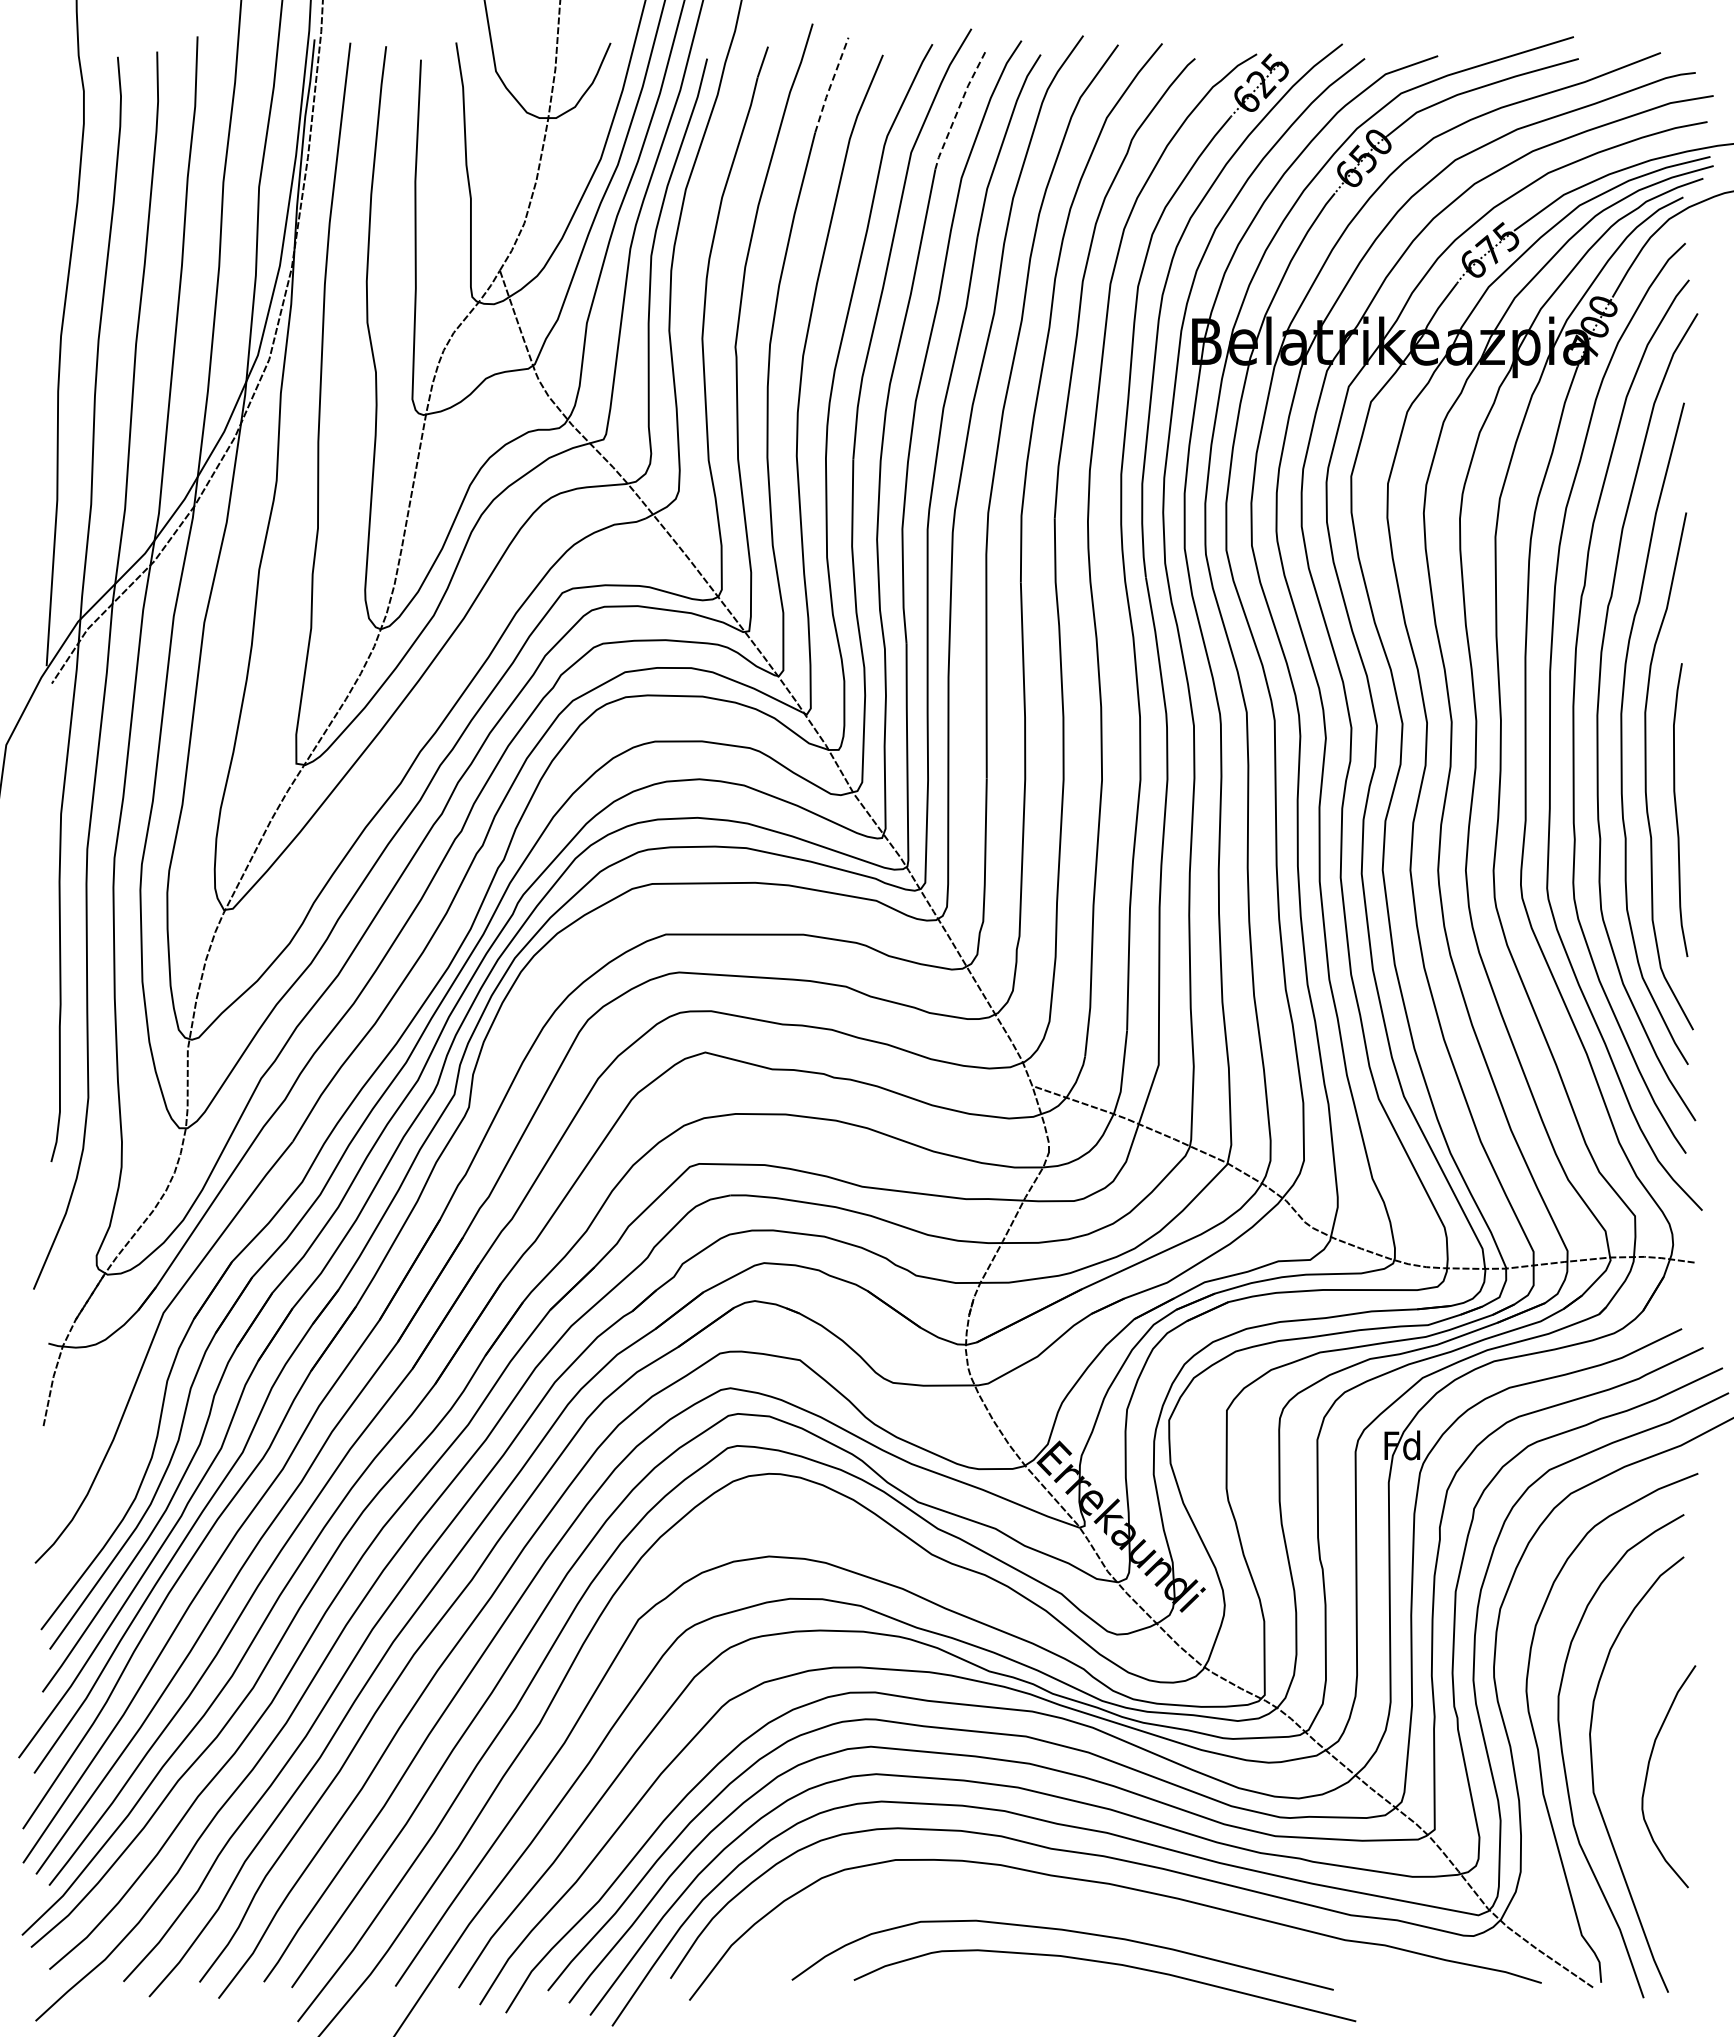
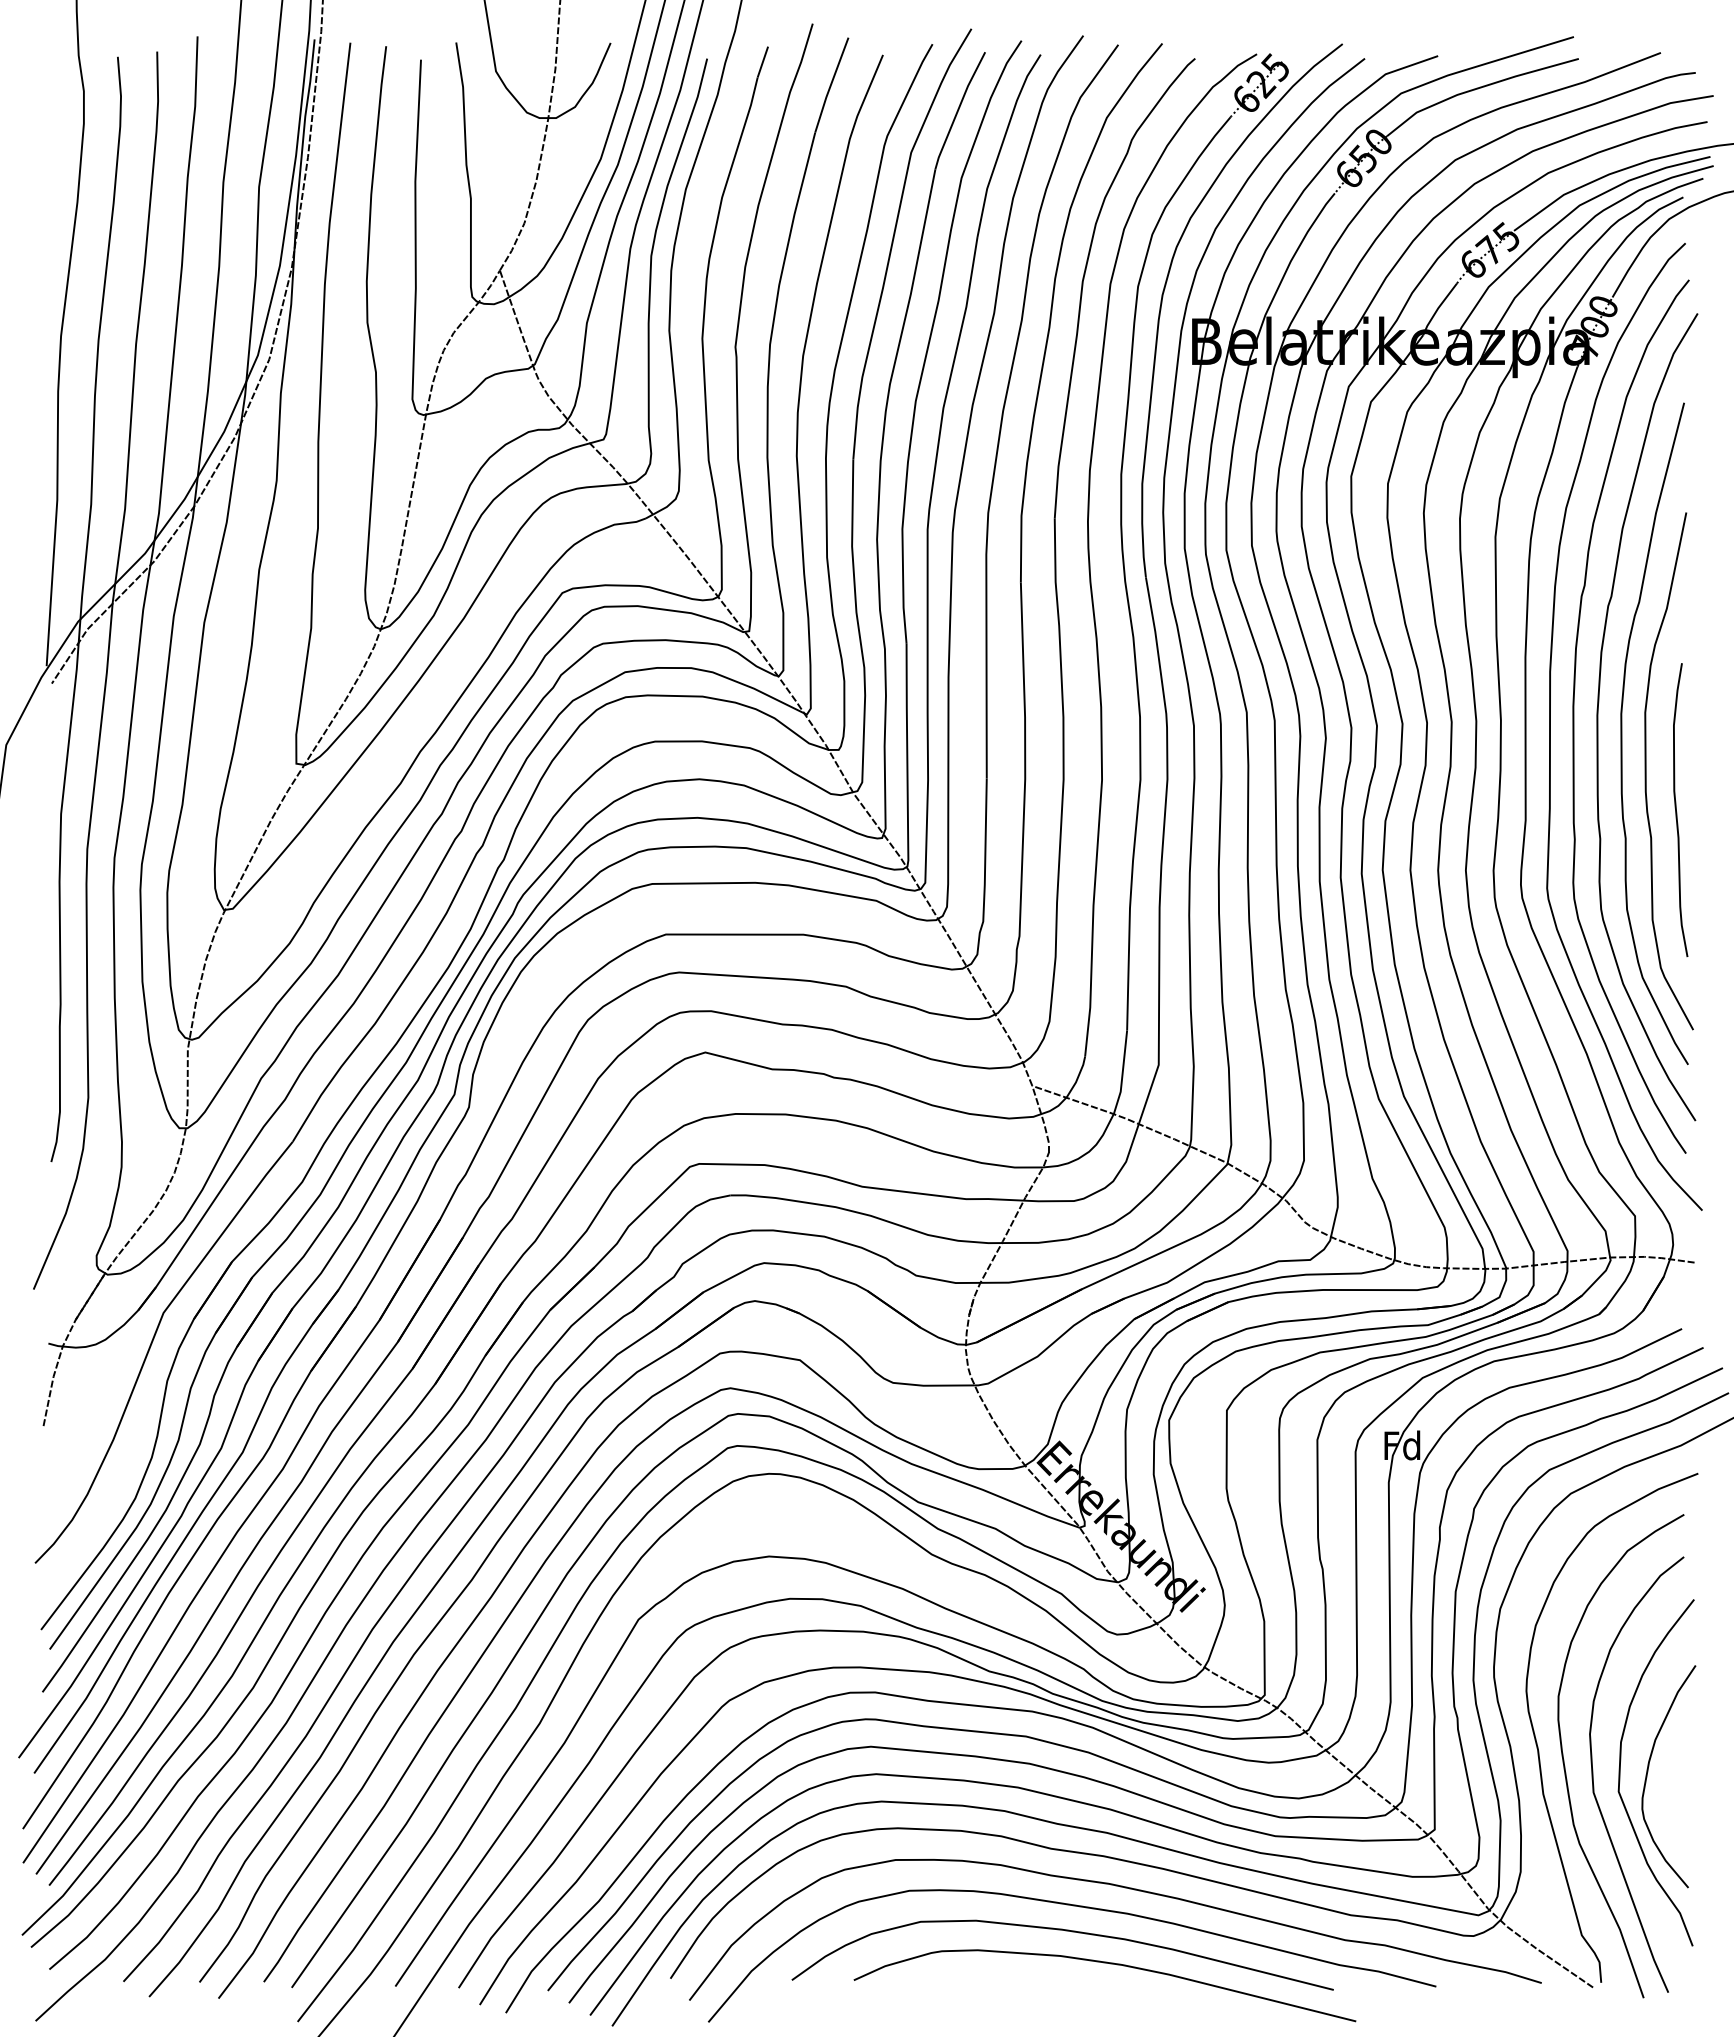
line at (830, 85): dashed -> solid
line at (957, 110): dashed -> solid
curve at (1620, 1772): none -> present
curve at (1079, 1907): none -> present
